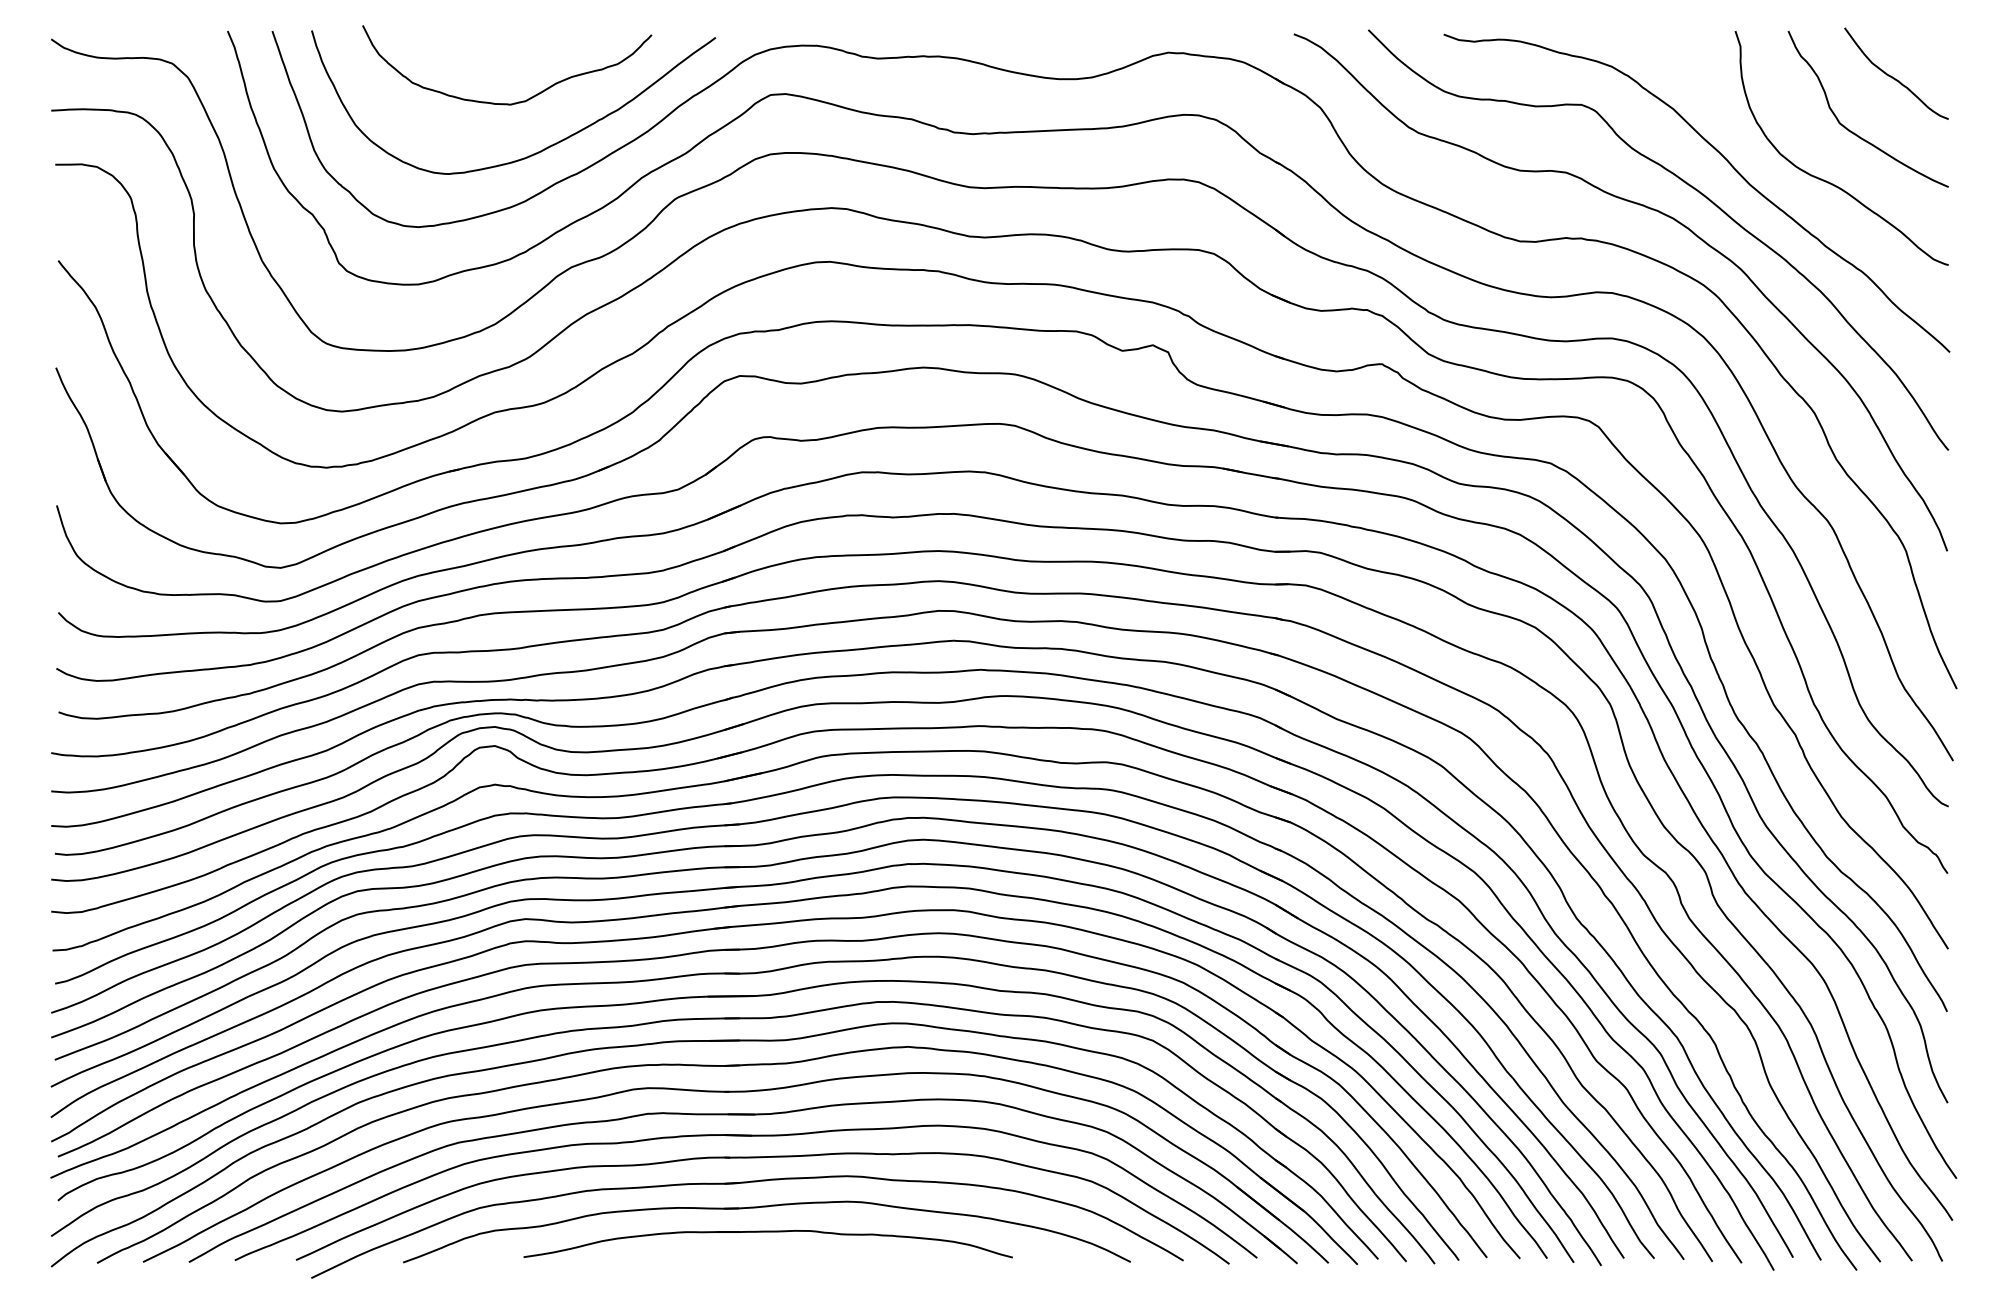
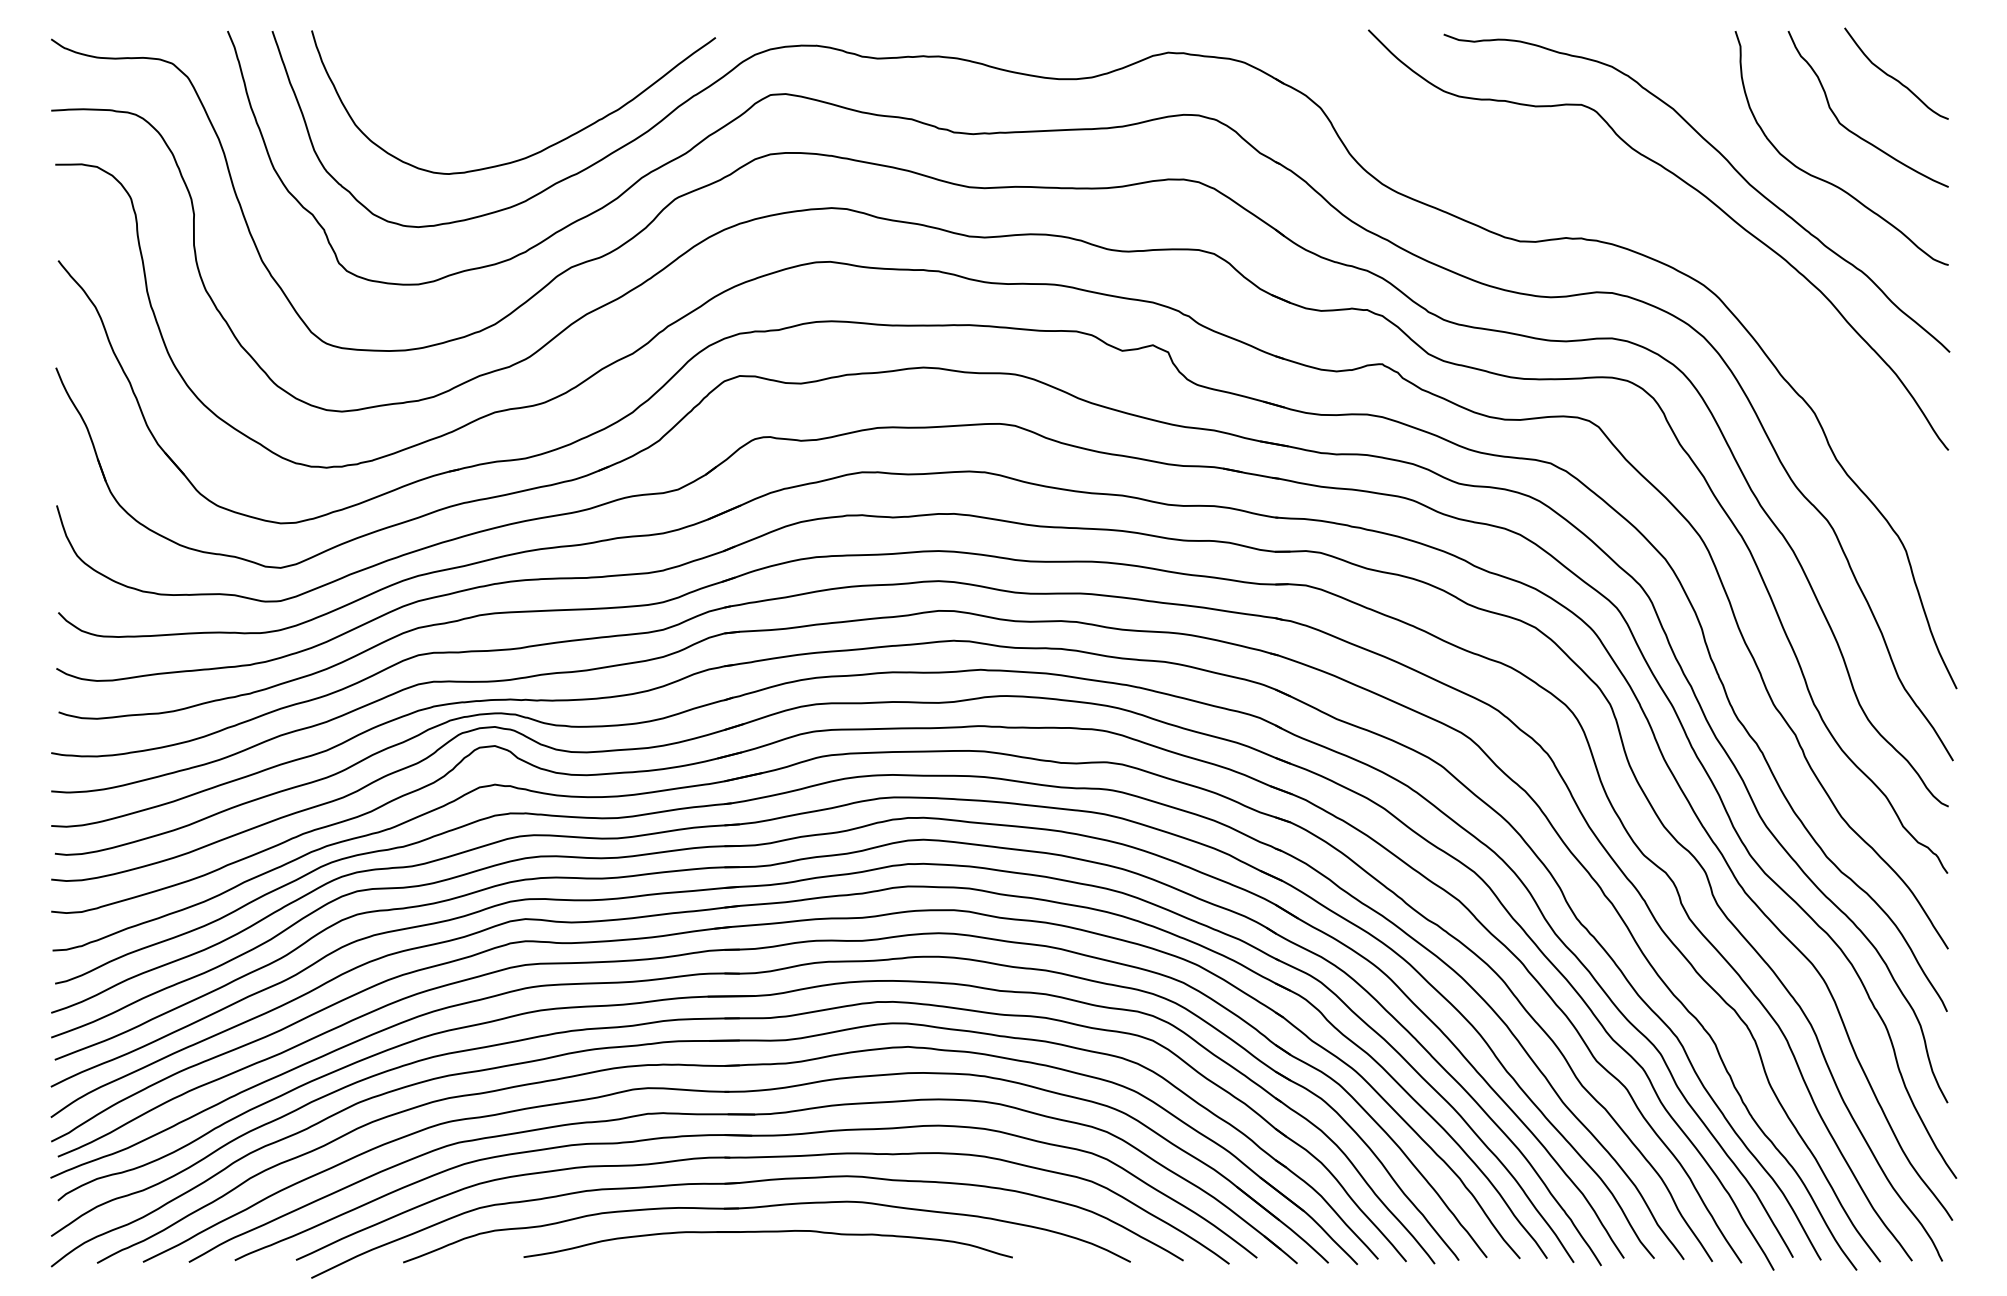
curve at (518, 101): present -> none
curve at (1652, 210): present -> none
